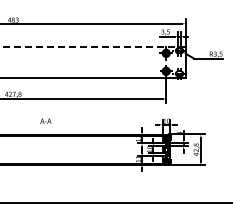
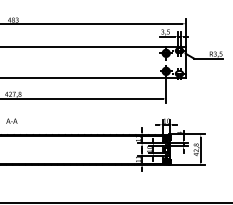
line at (93, 46): dashed -> solid
text at (45, 120) position: (45, 120) -> (11, 120)
